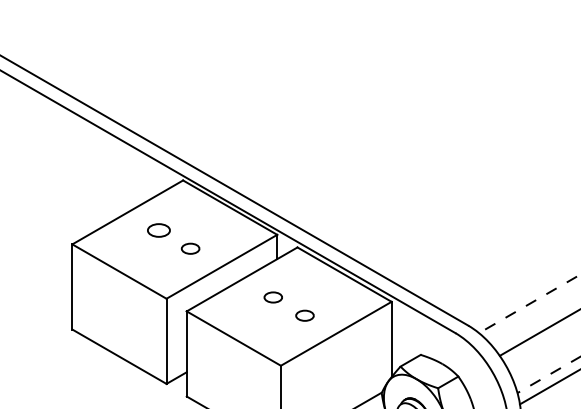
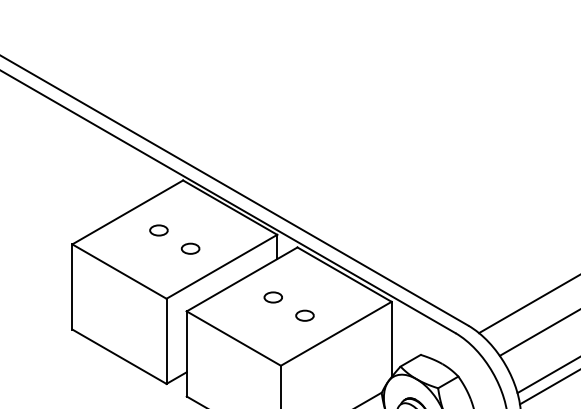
part at (158, 230) size: 24x15 px -> 20x13 px
line at (529, 304): dashed -> solid
line at (548, 375): dashed -> solid
